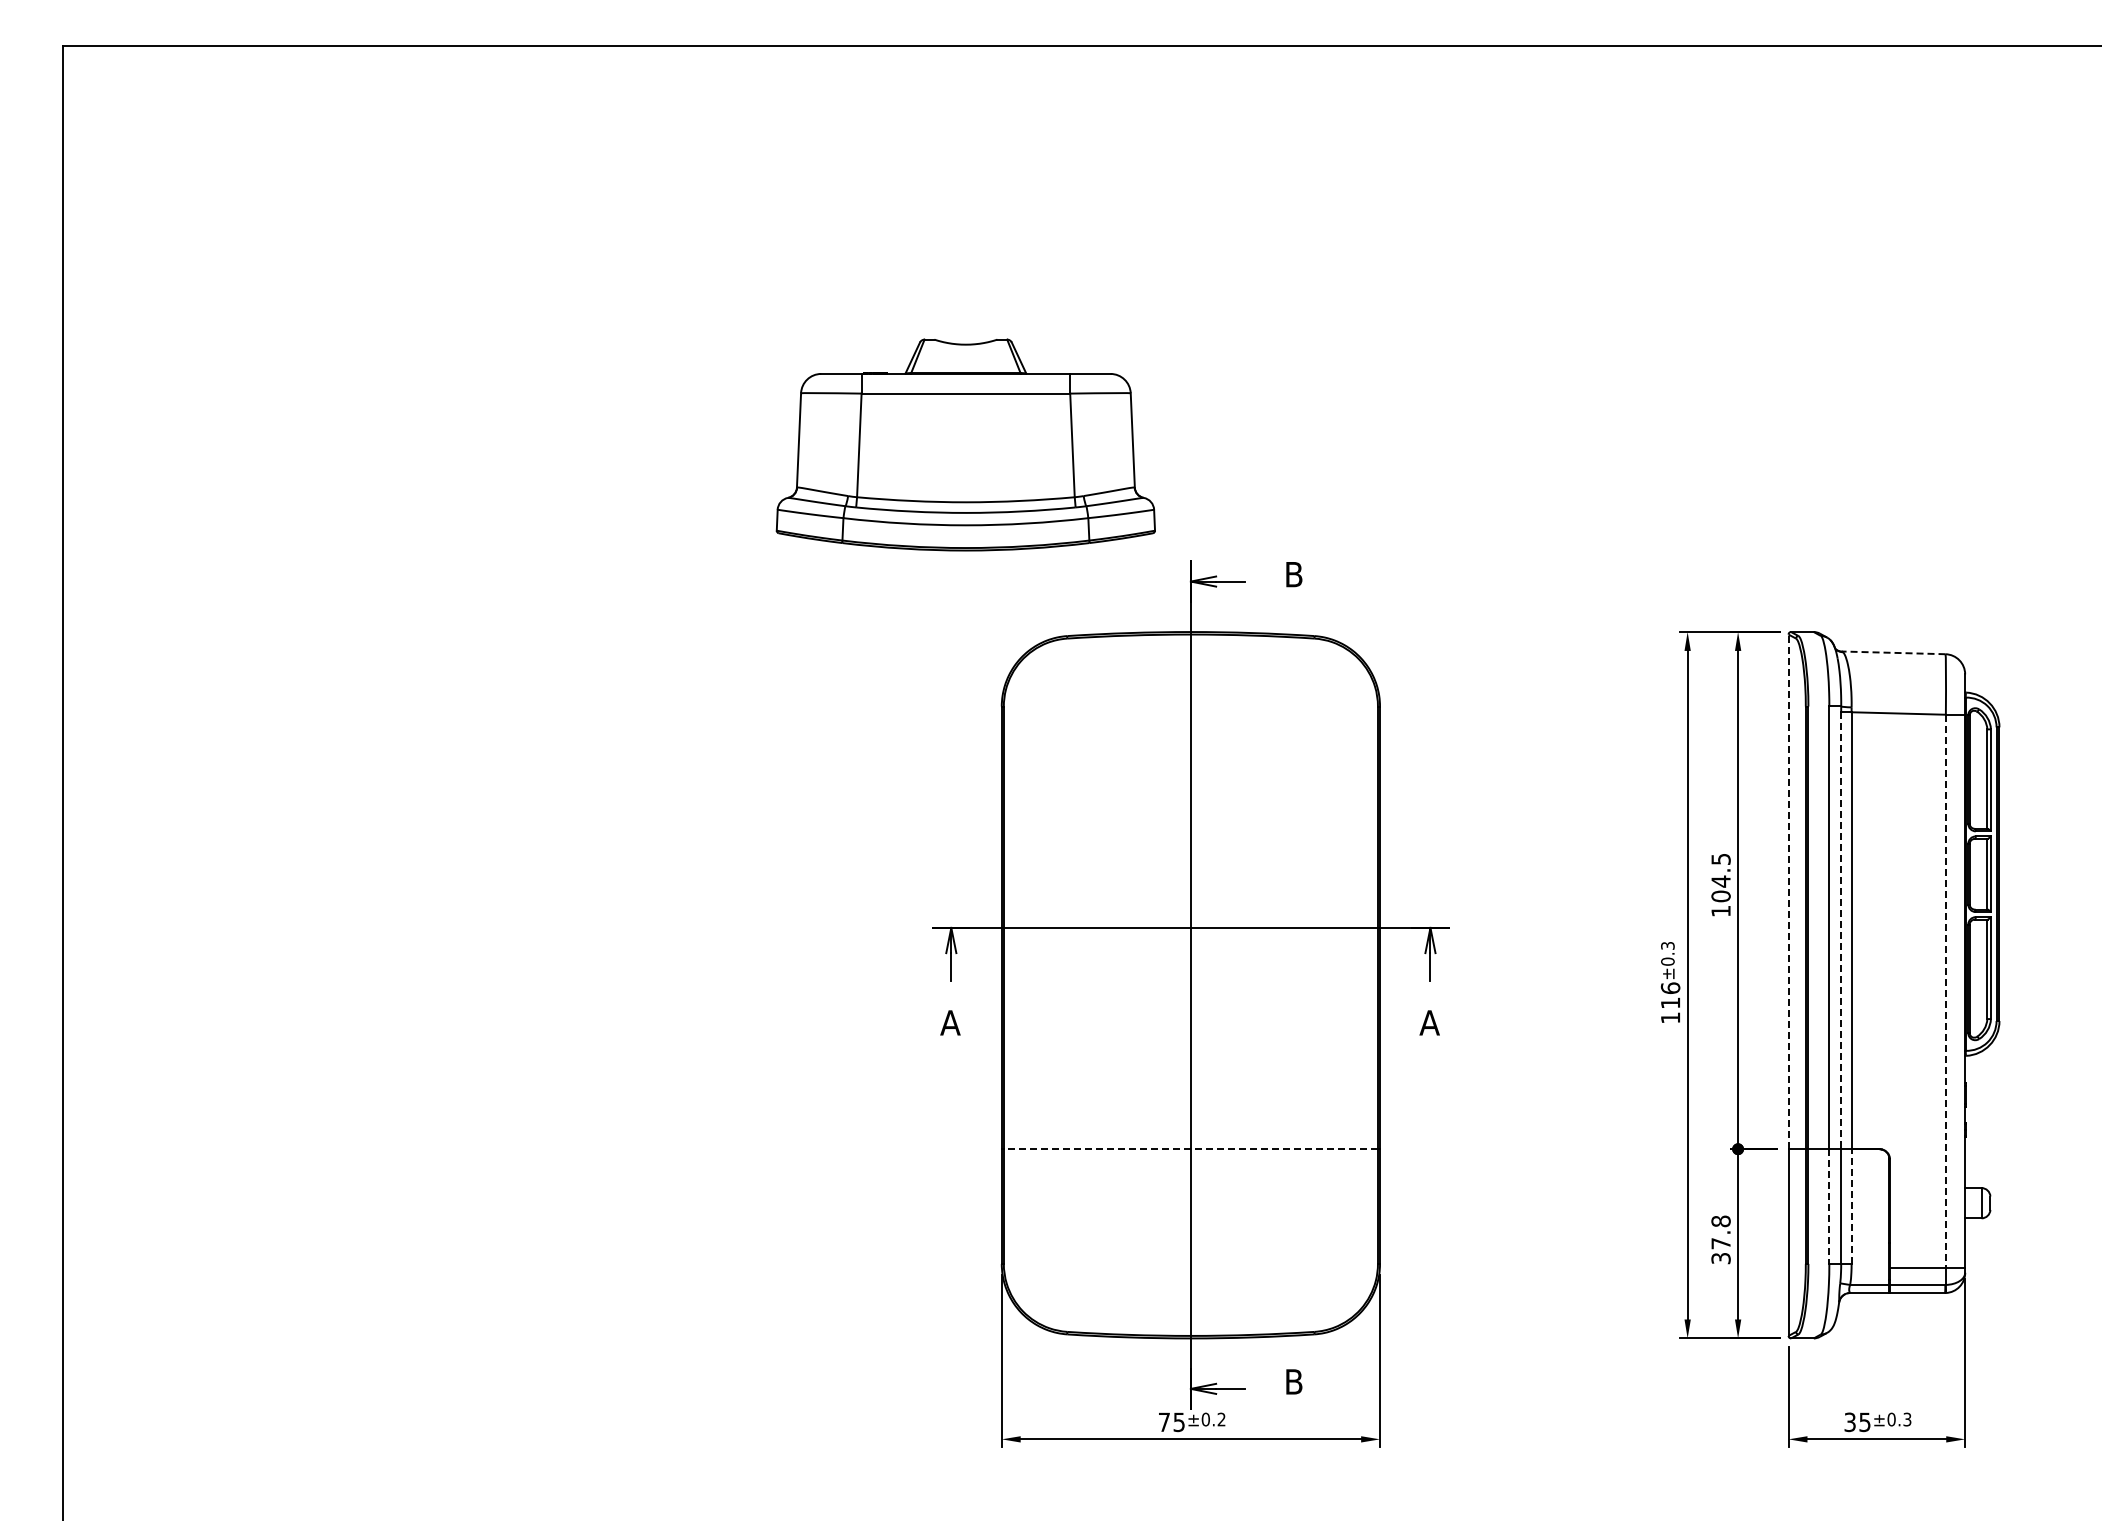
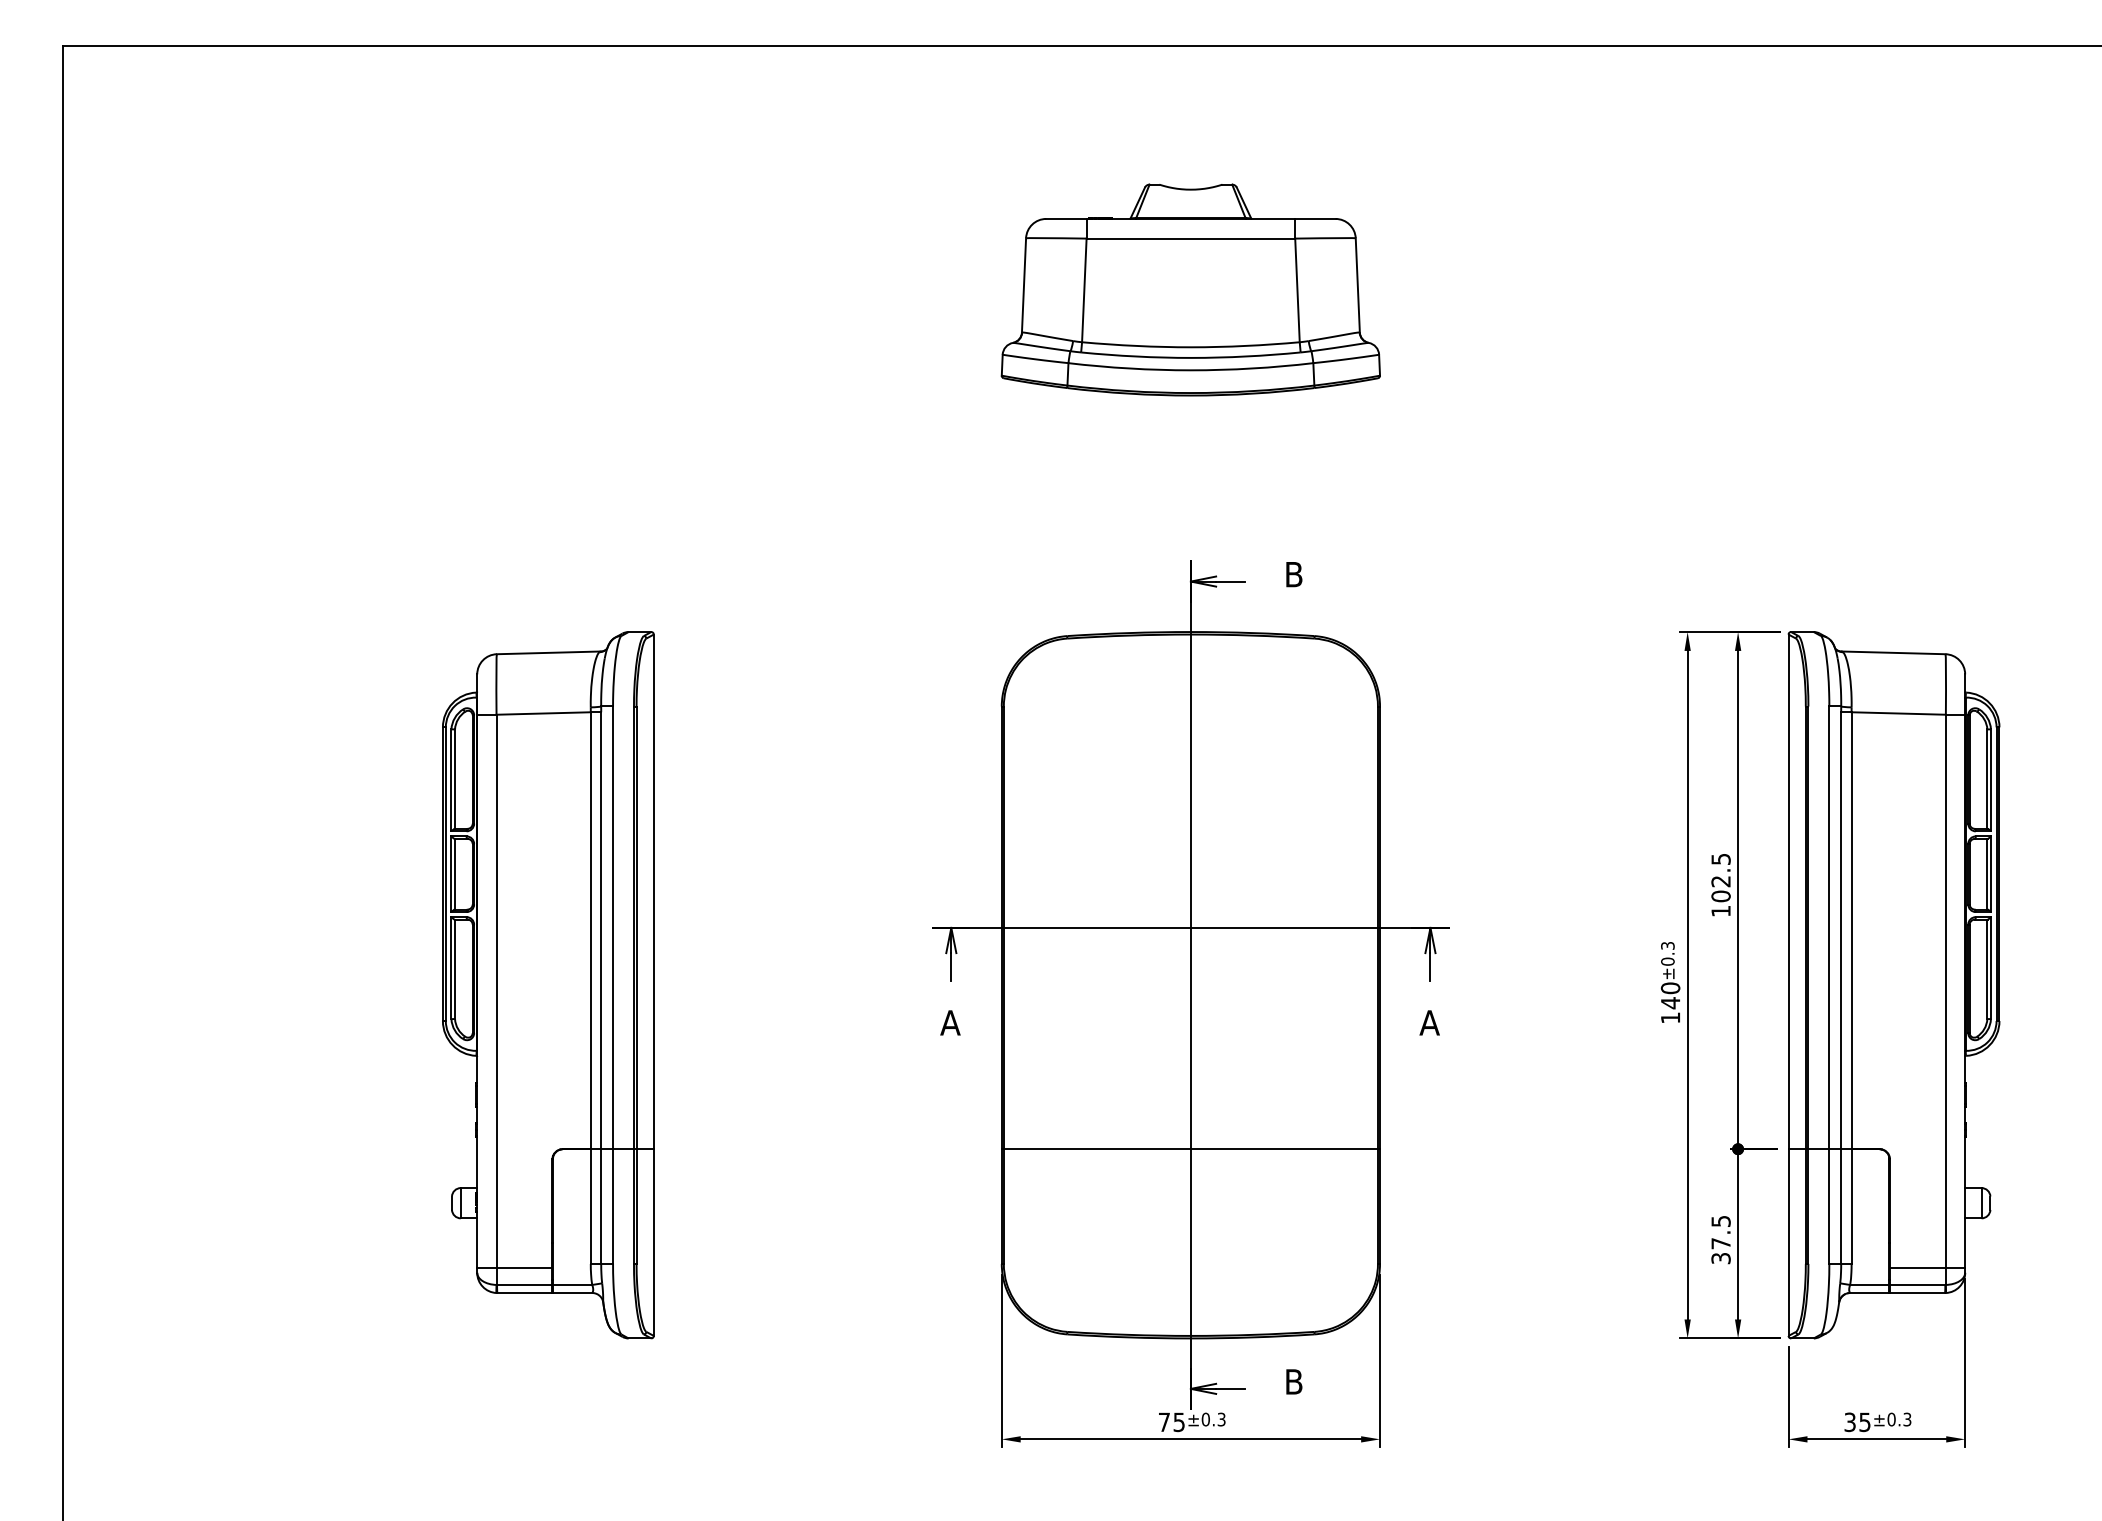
part at (965, 444) position: (965, 444) -> (1190, 289)
line at (1893, 652): dashed -> solid
text at (1720, 881): 104.5 -> 102.5
line at (1788, 891): dashed -> solid
line at (1841, 931): dashed -> solid
part at (548, 985): none -> present
line at (1945, 991): dashed -> solid
text at (1670, 995): 116 -> 140
line at (1190, 1149): dashed -> solid
line at (1851, 1206): dashed -> solid
line at (1829, 1207): dashed -> solid
text at (1720, 1221): 37.8 -> 37.5
text at (1221, 1419): ±0.2 -> ±0.3
